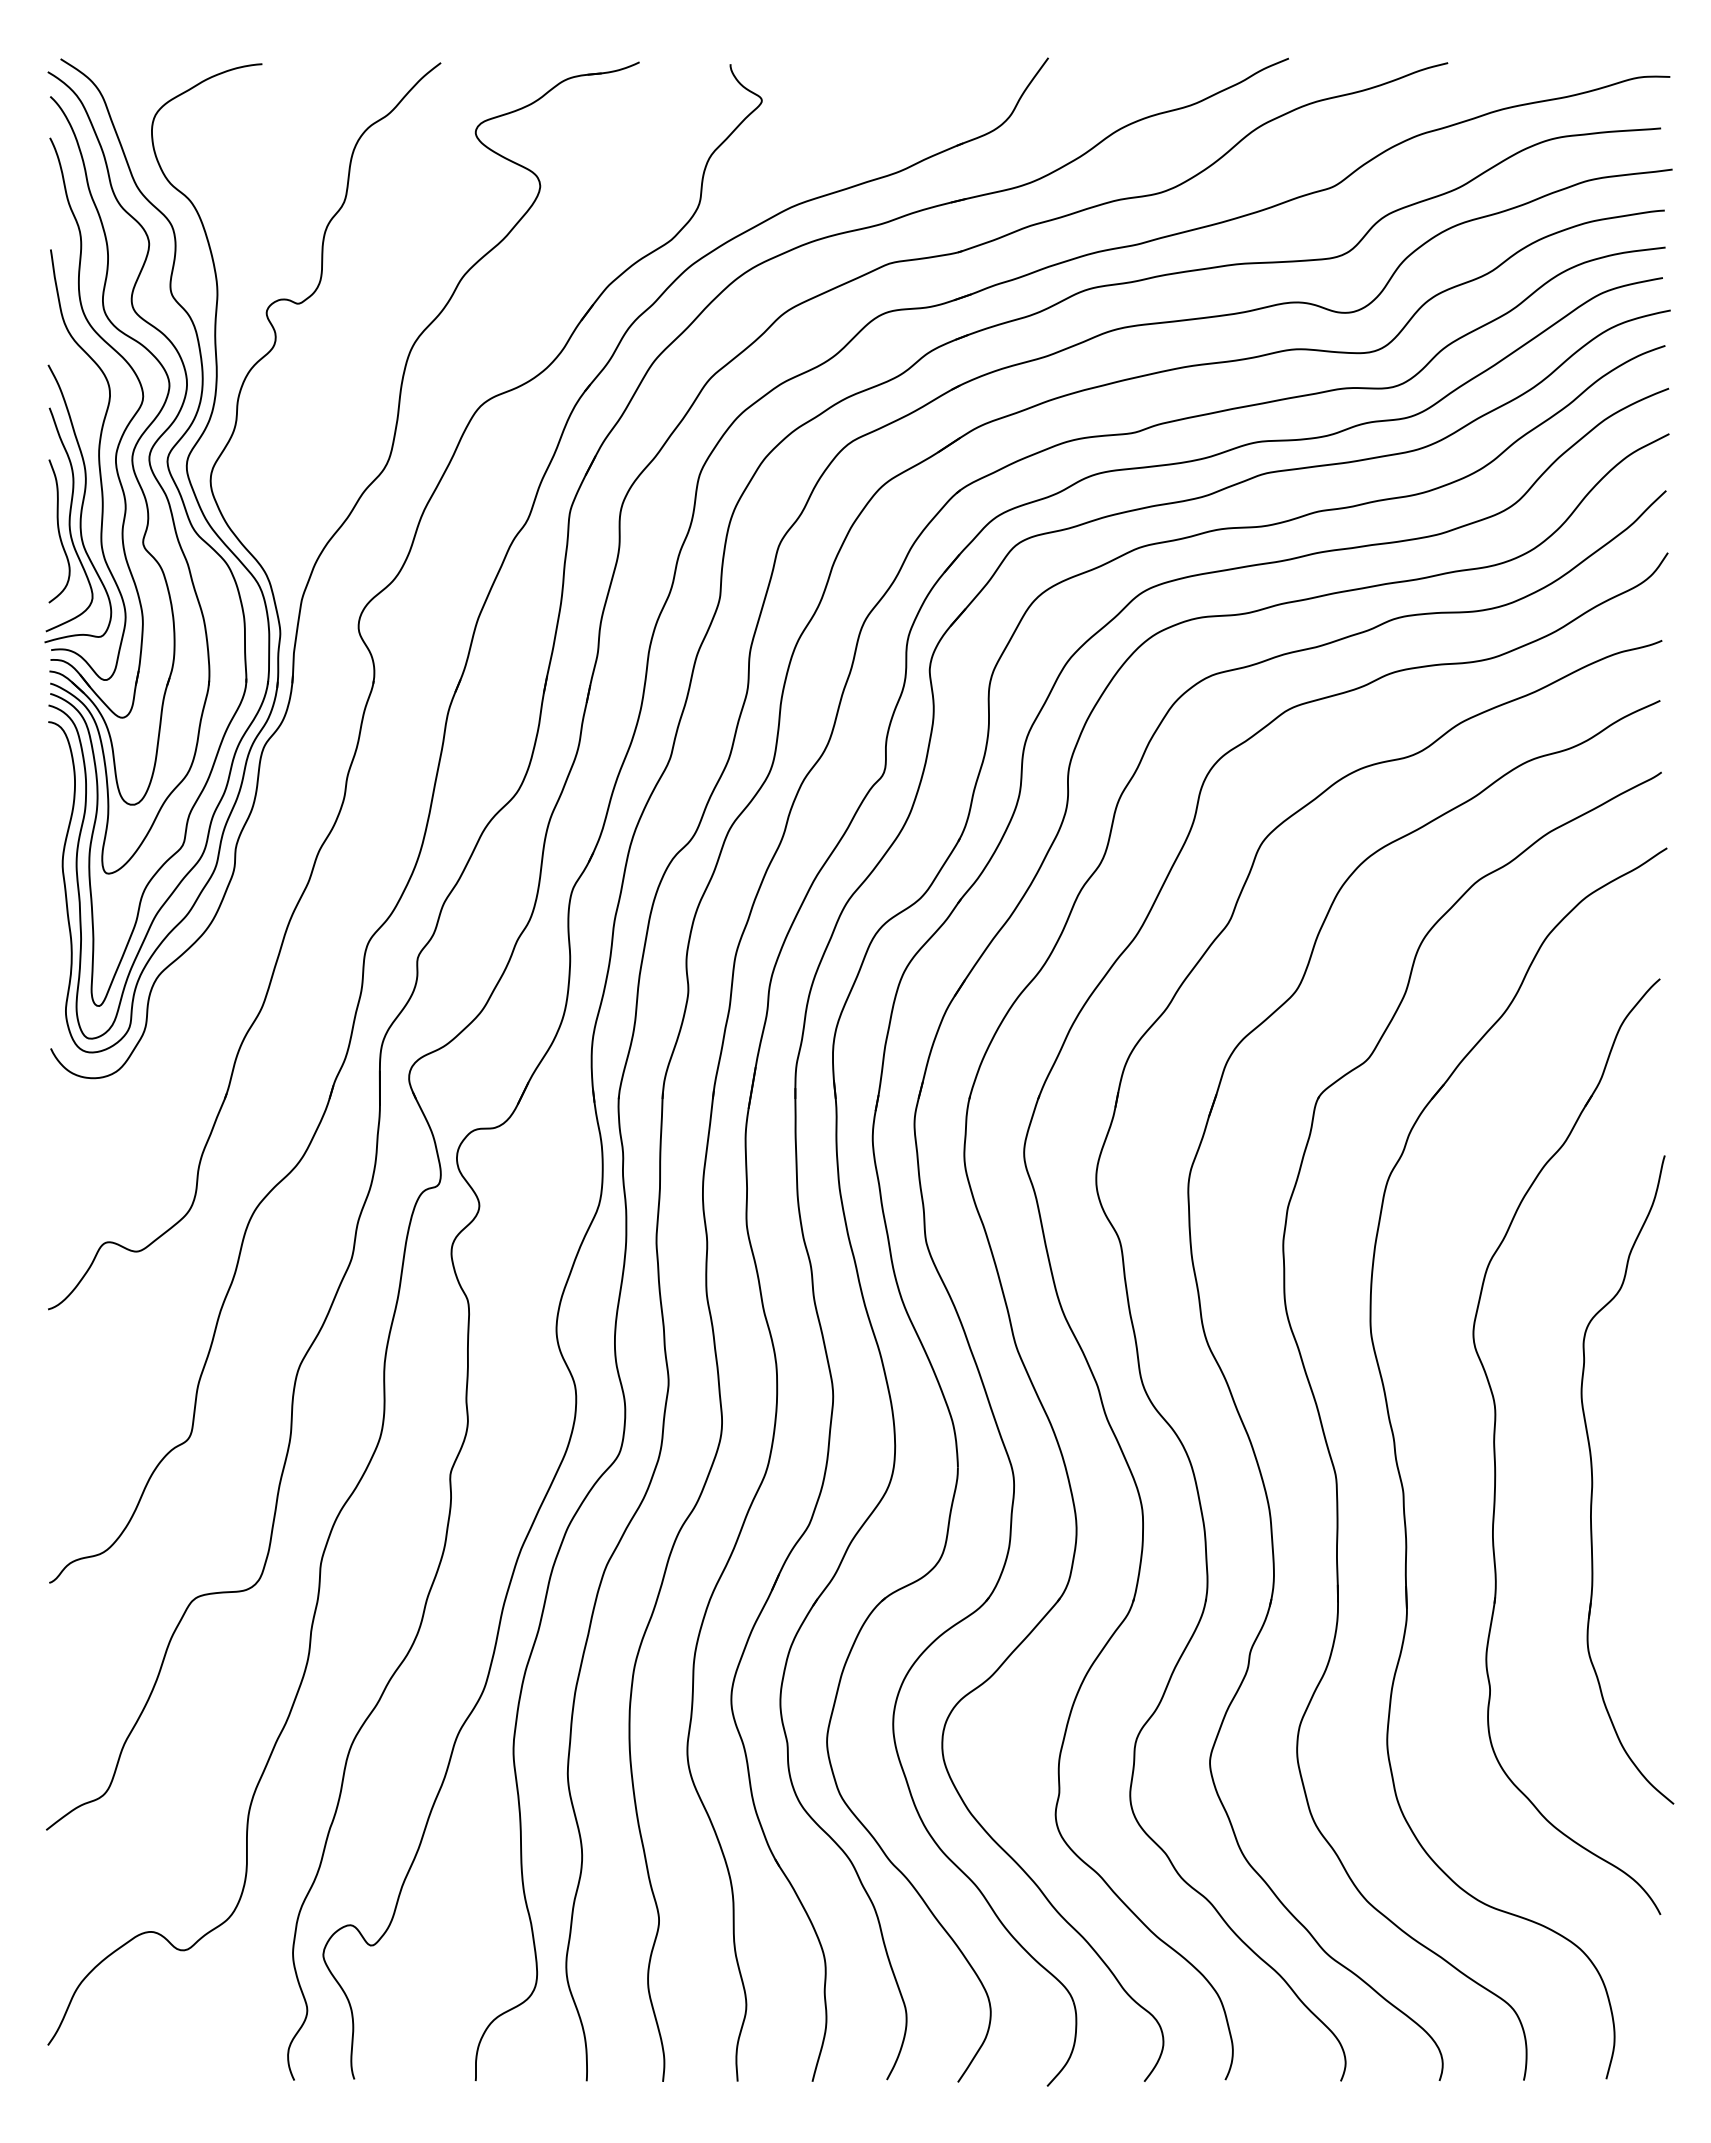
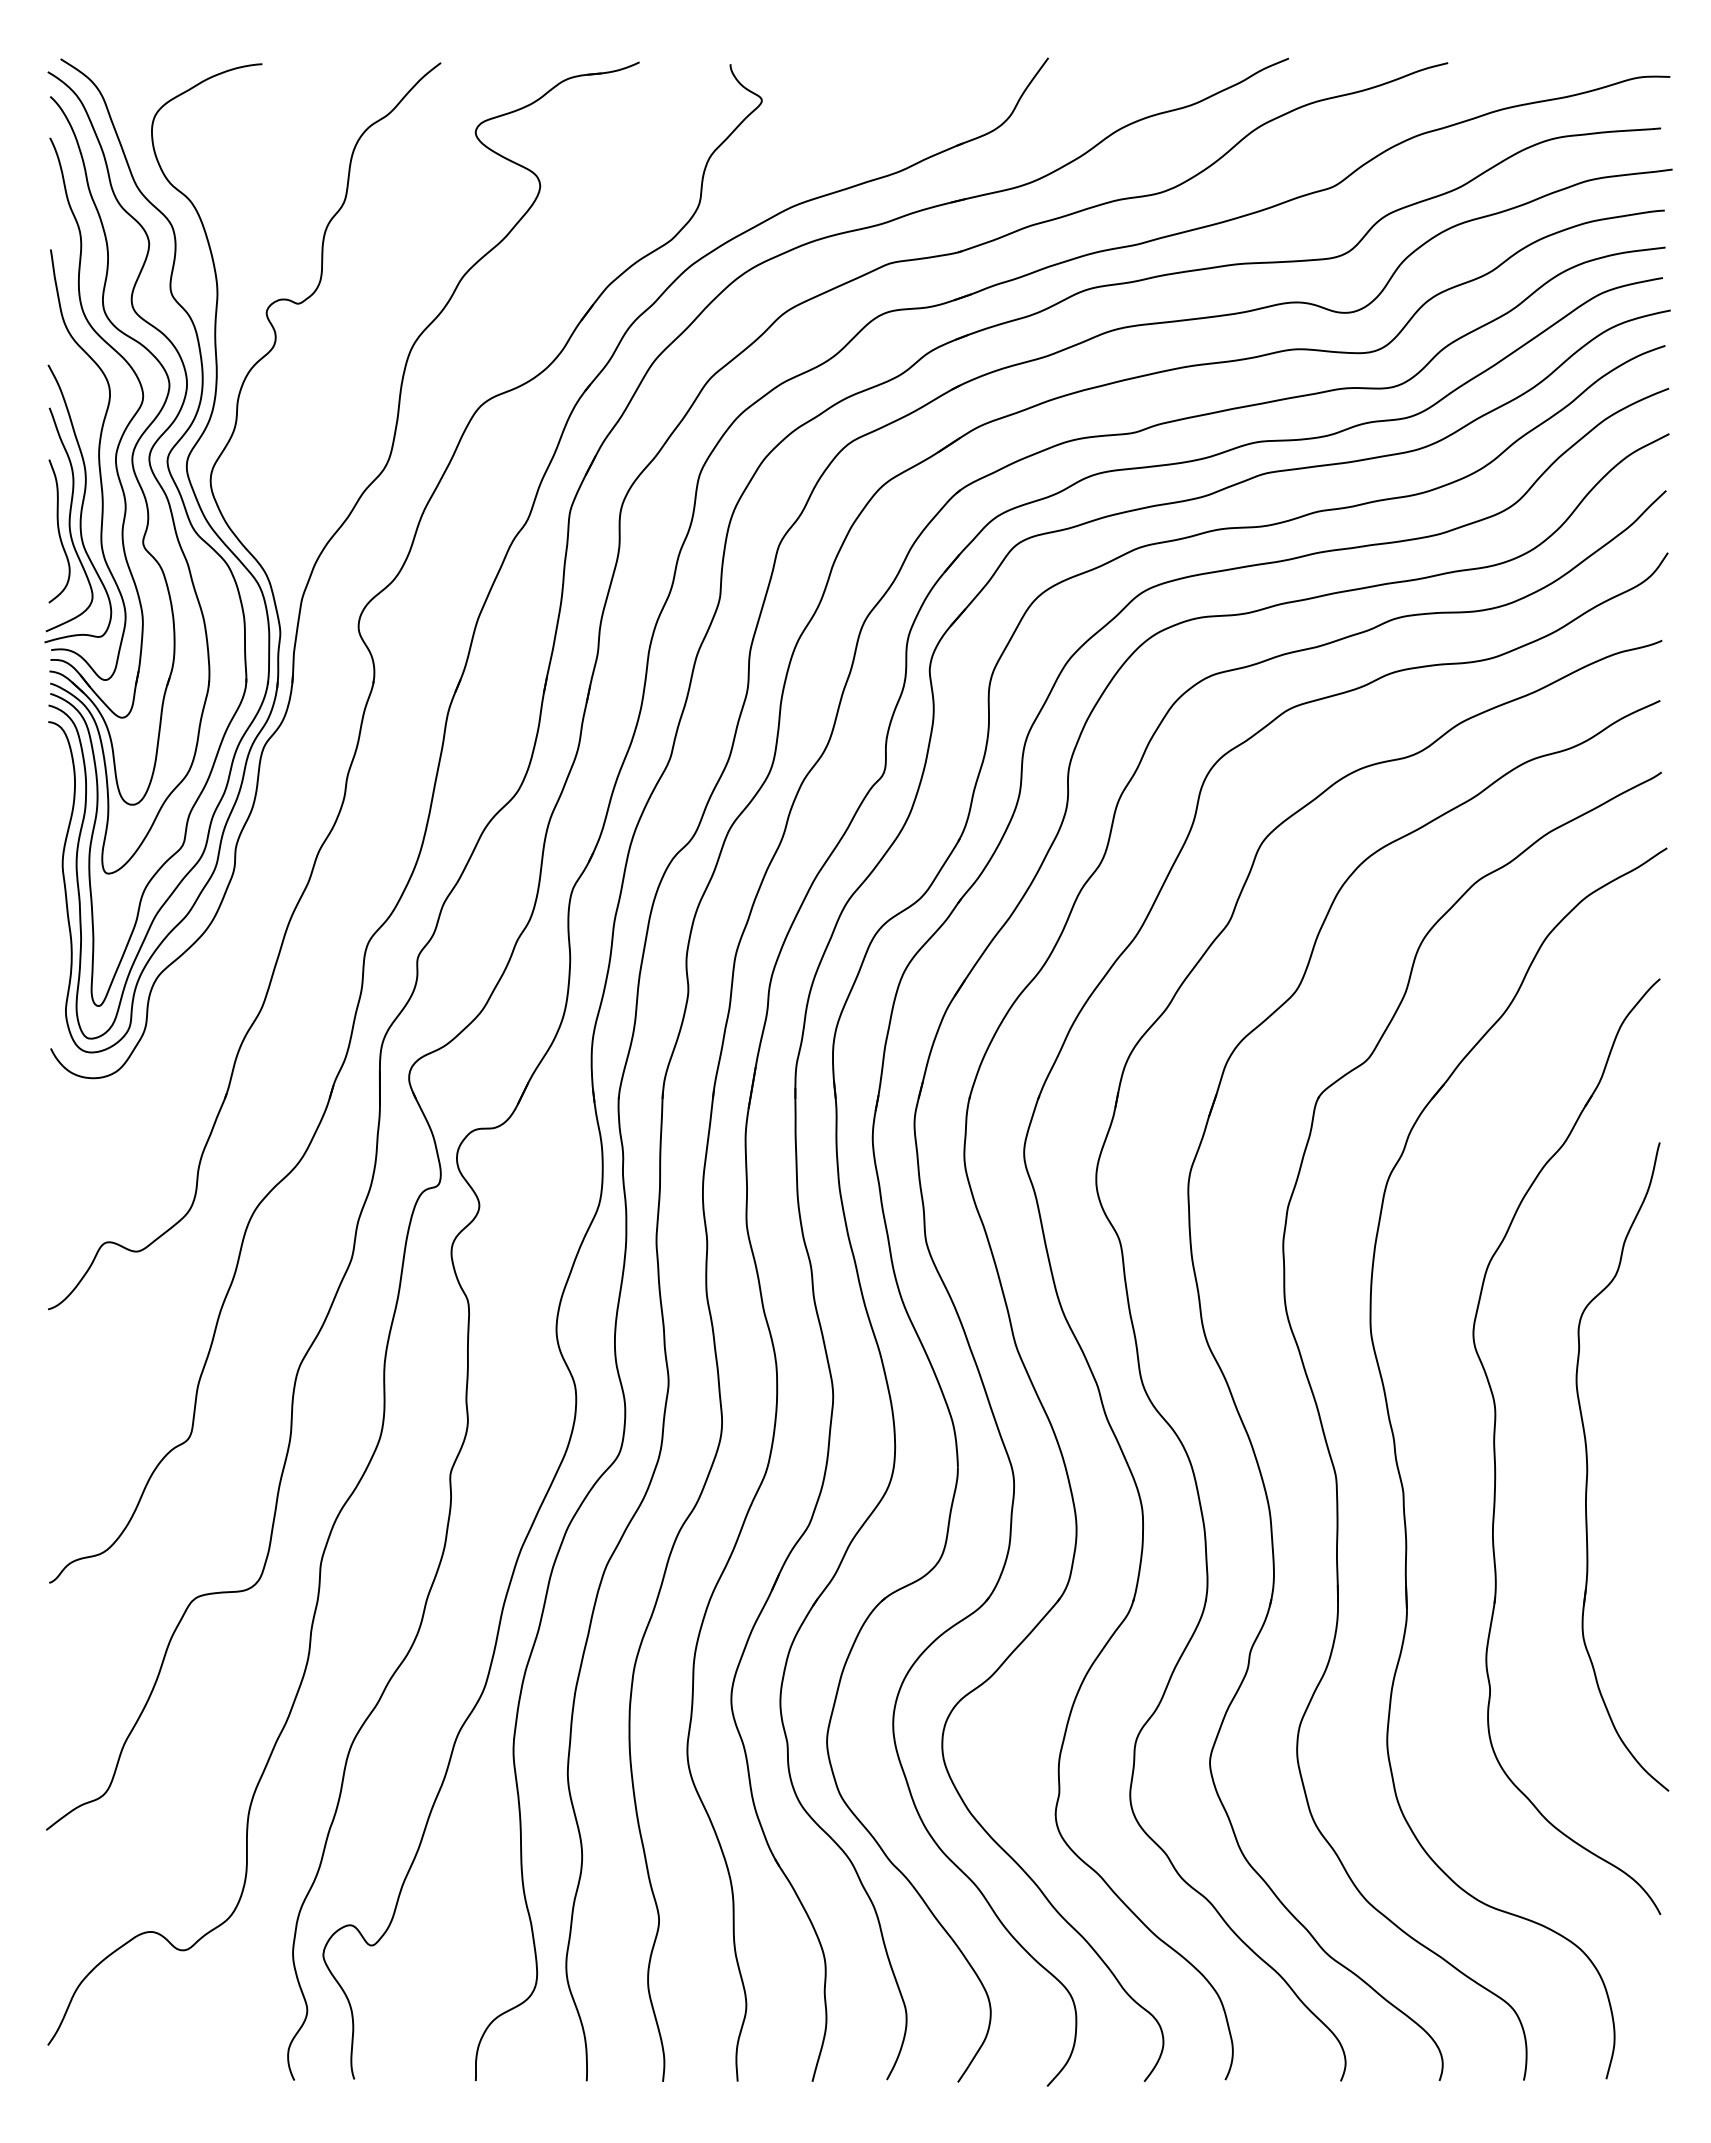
part at (1593, 1479) position: (1593, 1479) -> (1588, 1466)
